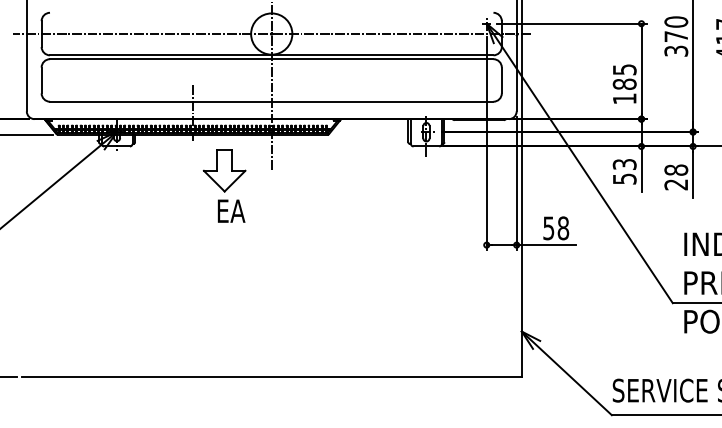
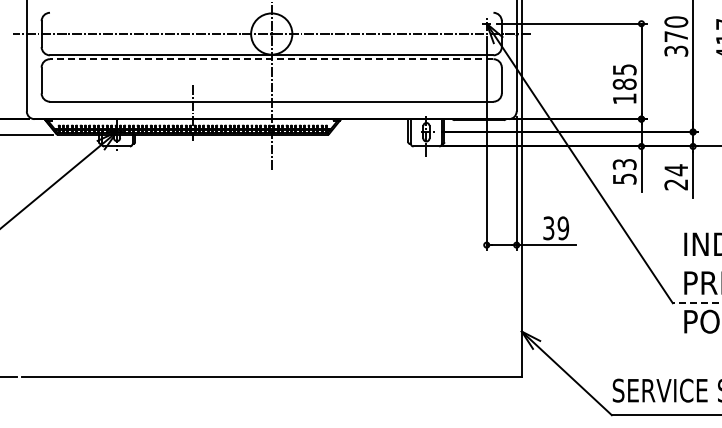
line at (271, 59): solid -> dashed
text at (676, 170): 28 -> 24
part at (224, 185): present -> none
text at (556, 228): 58 -> 39
line at (696, 303): solid -> dashed
